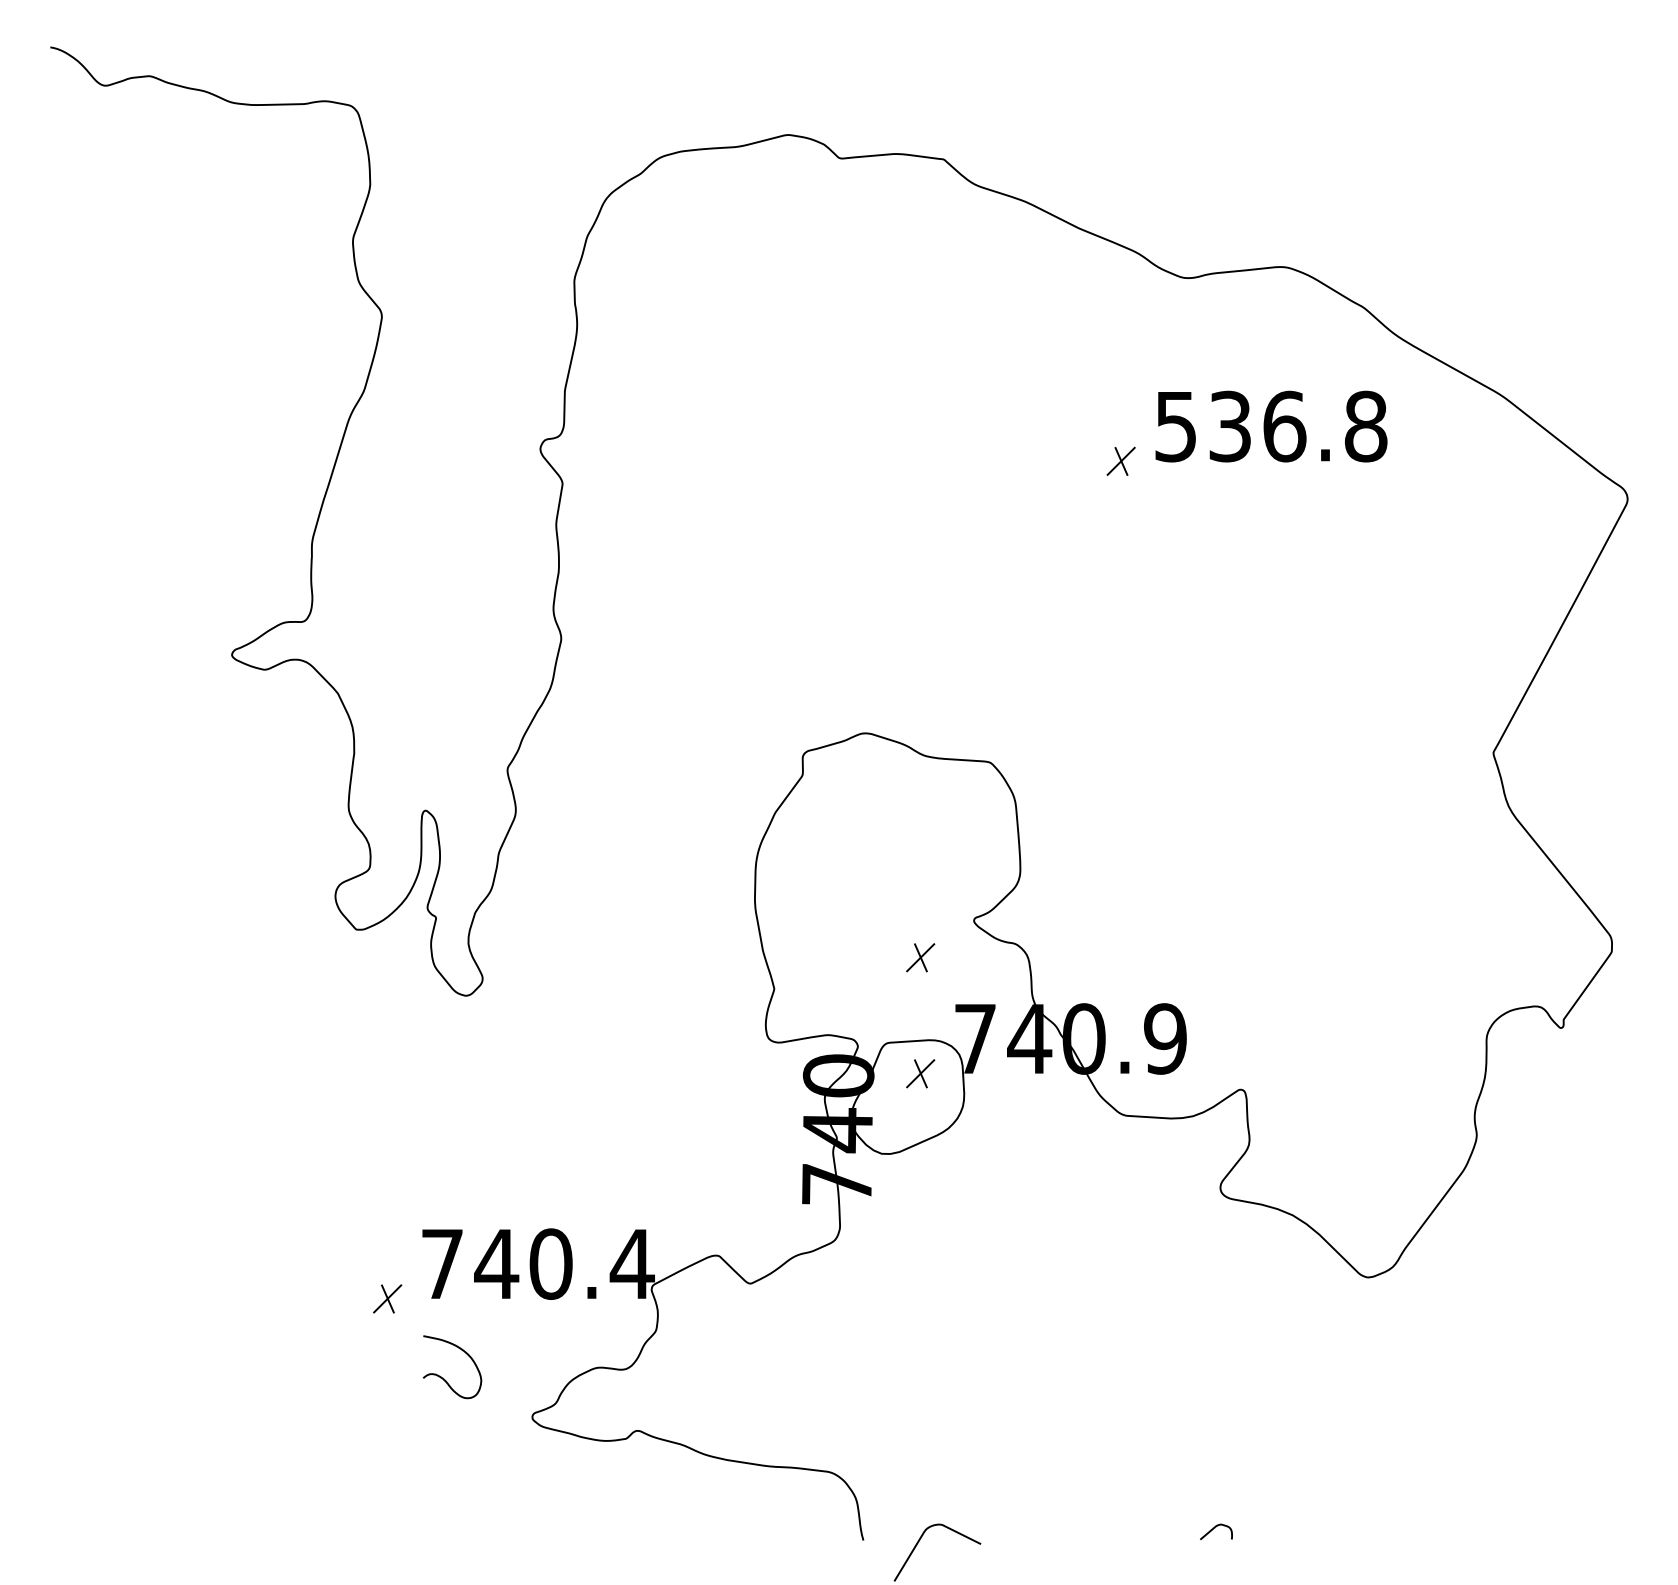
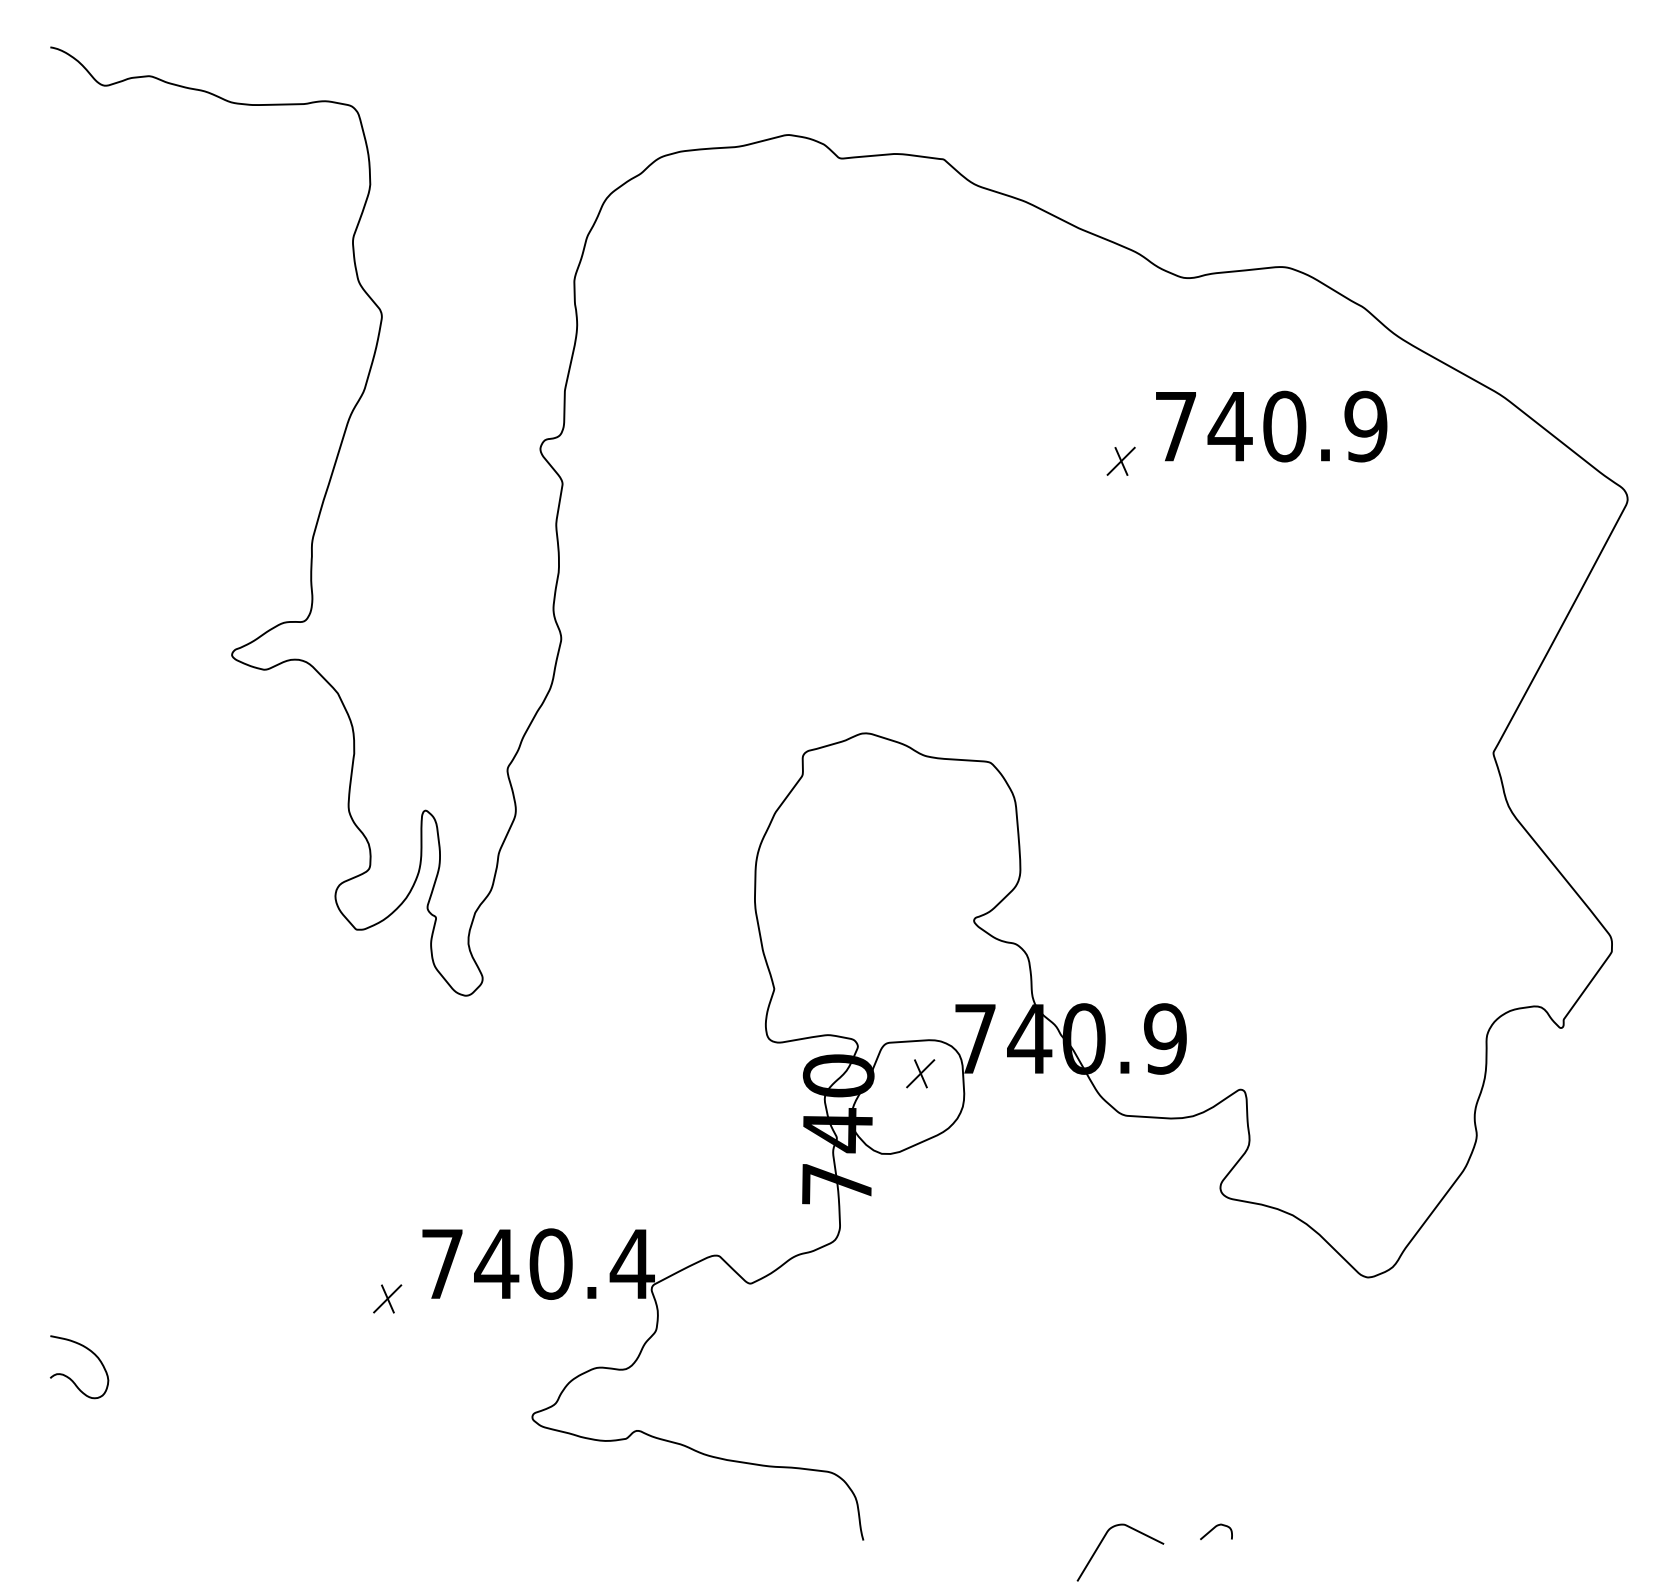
text at (1271, 426): 536.8 -> 740.9
part at (920, 957): present -> none
curve at (444, 1378) position: (444, 1378) -> (71, 1378)
curve at (920, 1540) position: (920, 1540) -> (1103, 1540)
